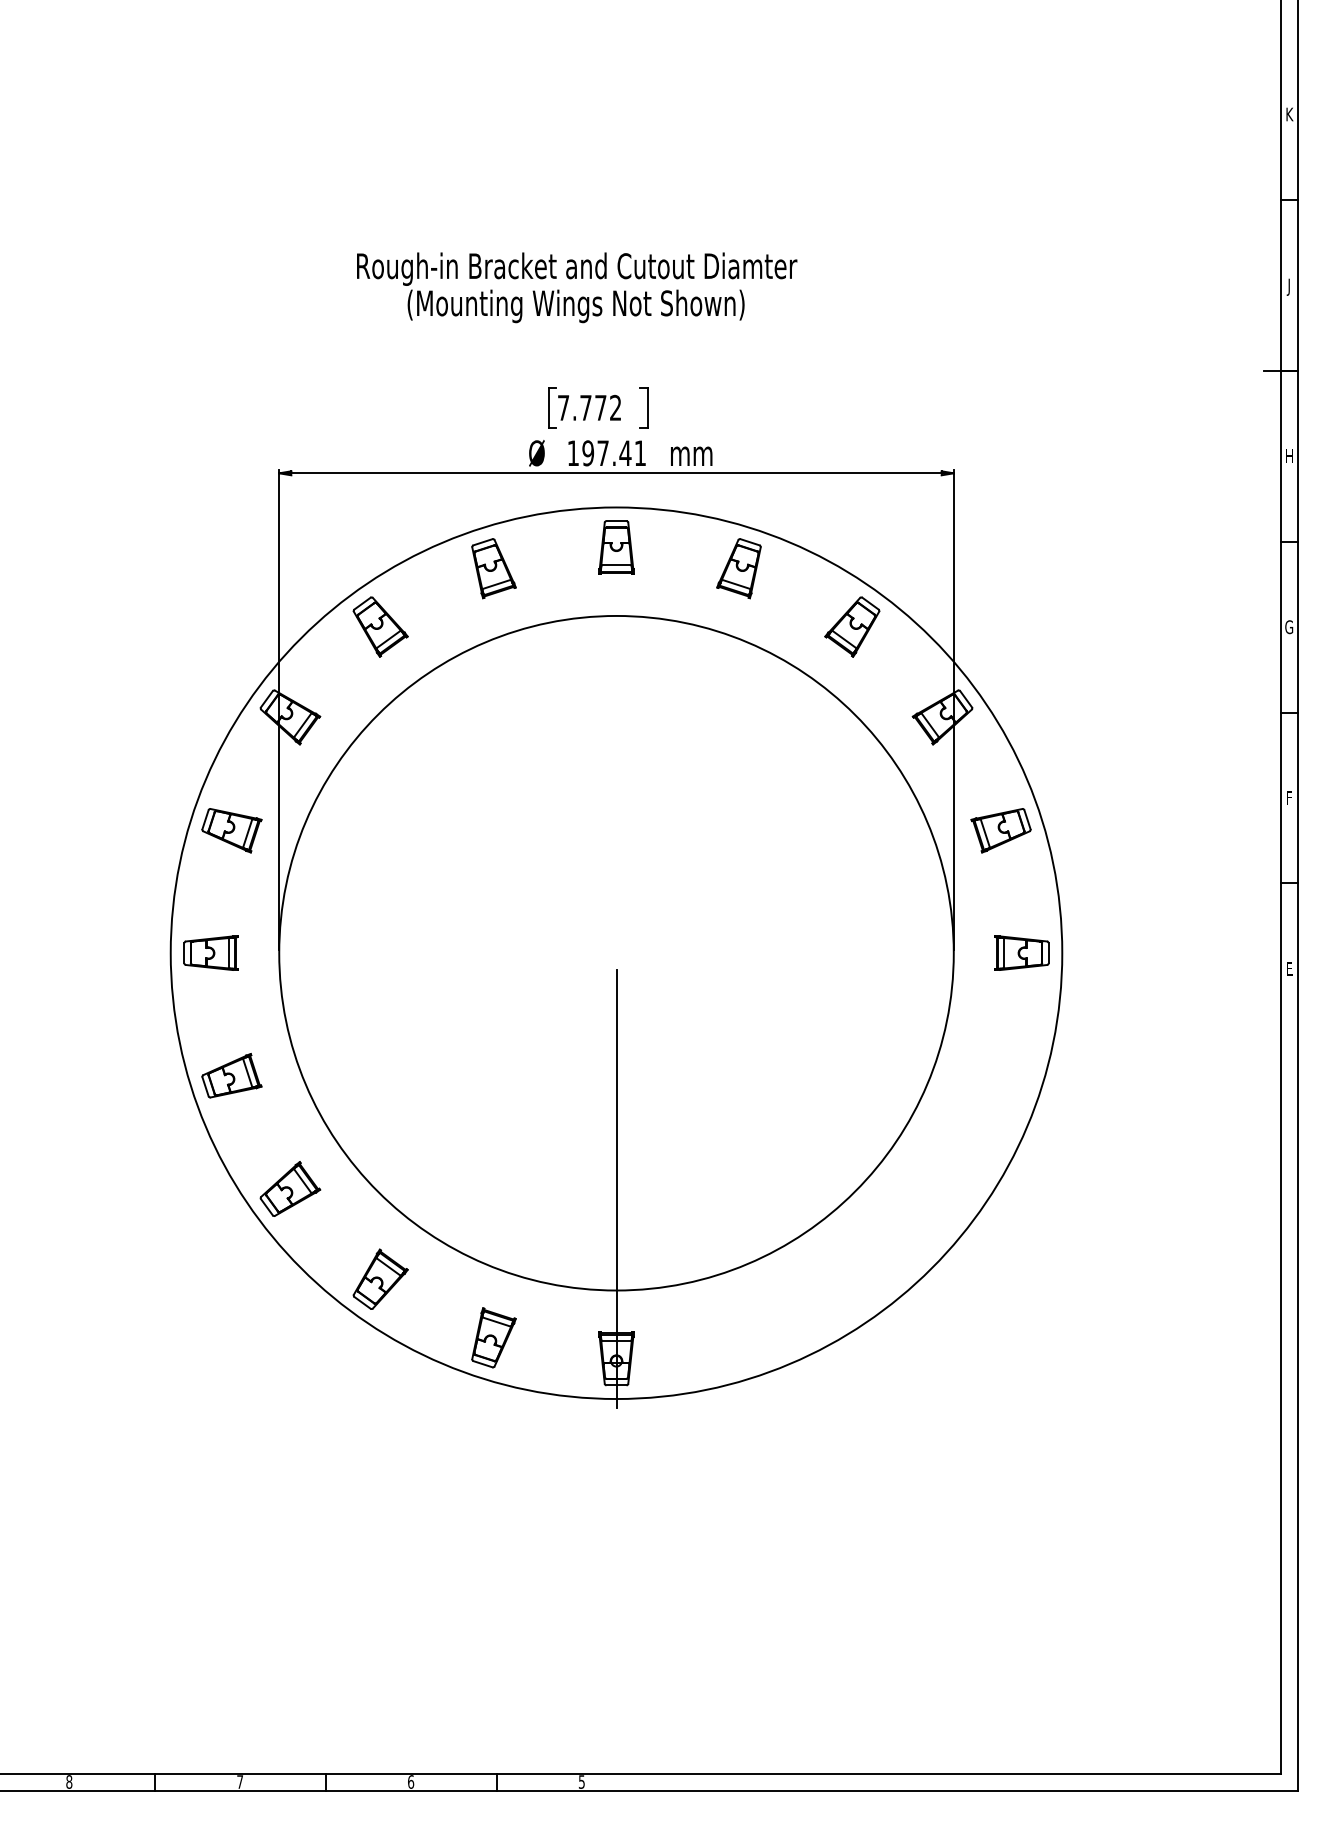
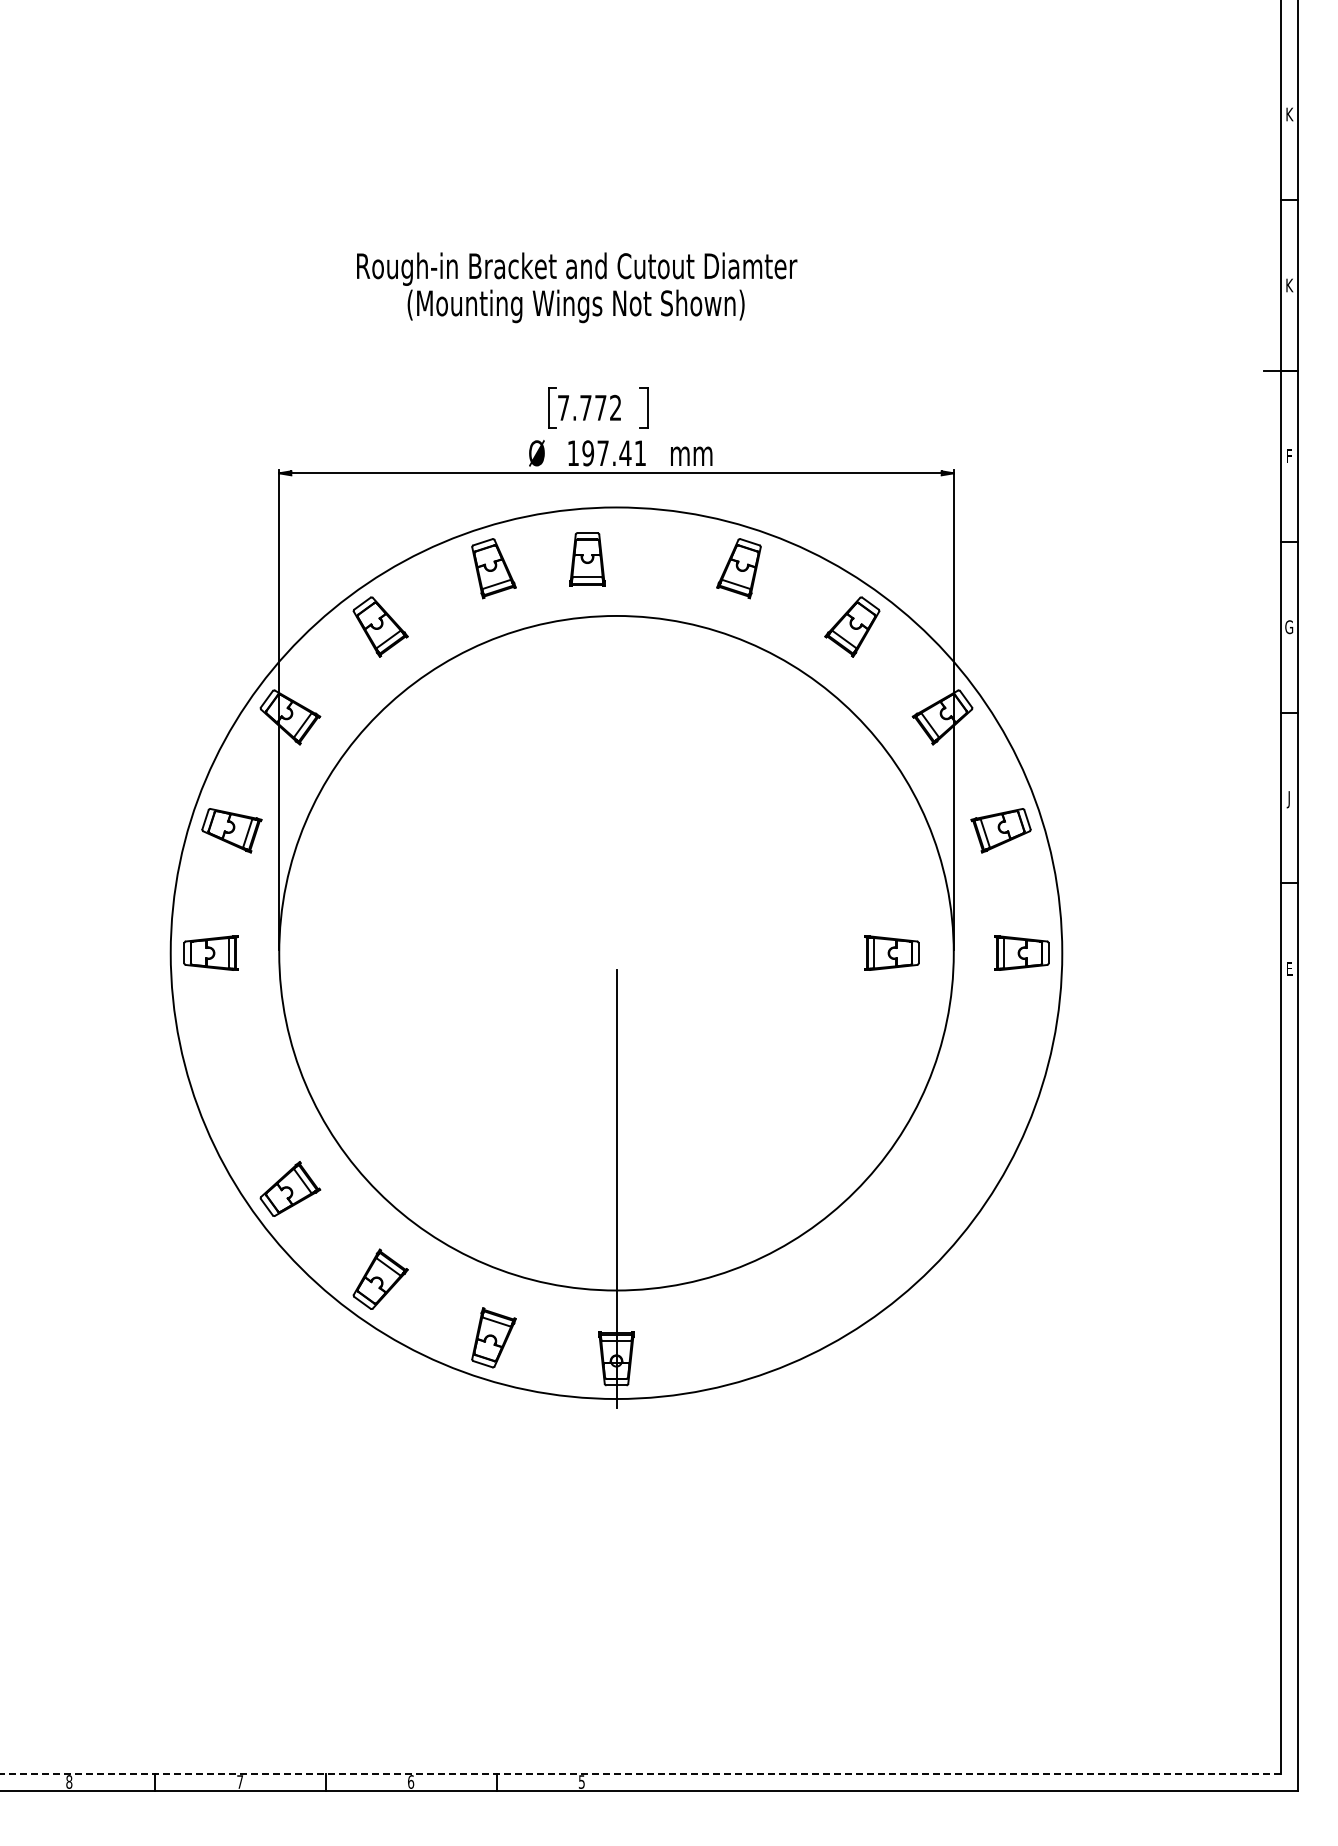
text at (1289, 286): J -> K
text at (1289, 455): H -> F
part at (616, 547) position: (616, 547) -> (587, 559)
text at (1288, 799): F -> J
part at (891, 952): none -> present
part at (231, 1075): present -> none
line at (639, 1773): solid -> dashed
